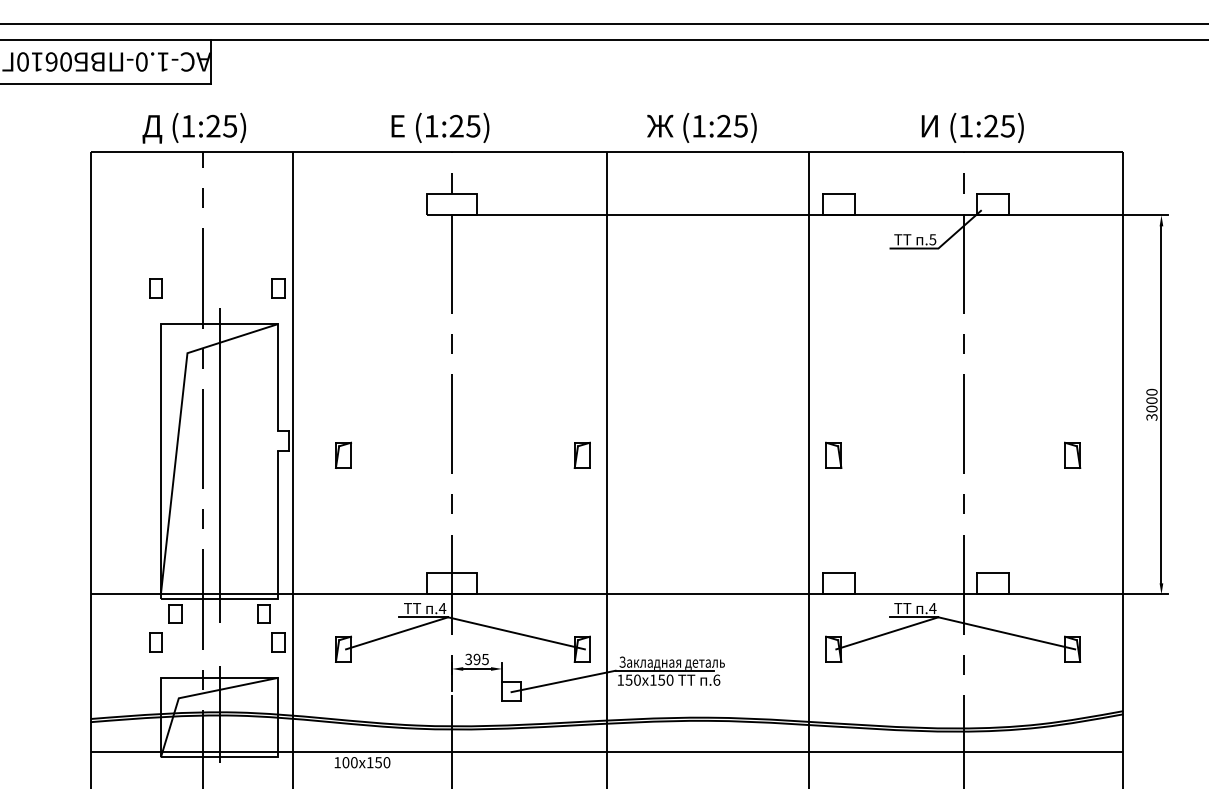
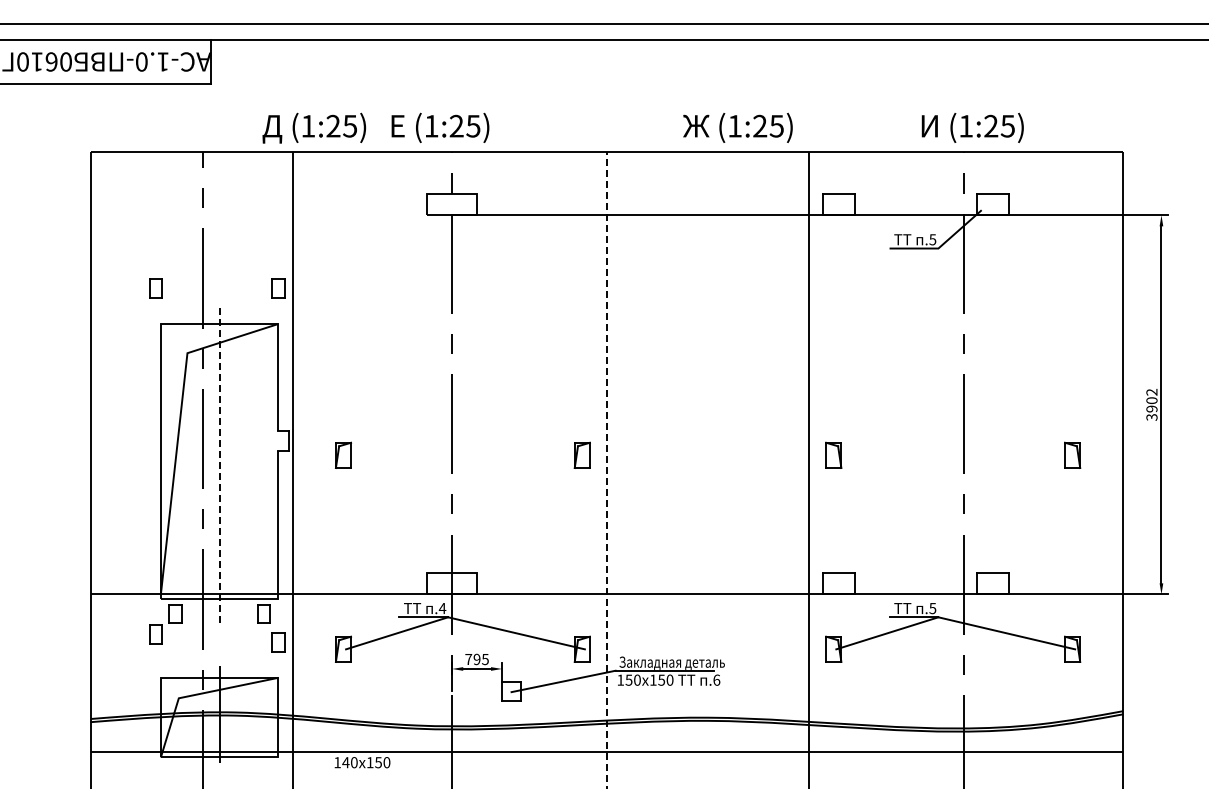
text at (194, 127) position: (194, 127) -> (314, 127)
text at (701, 127) position: (701, 127) -> (737, 127)
text at (1151, 400): 3000 -> 3902
line at (219, 465): solid -> dashed
line at (606, 470): solid -> dashed
text at (932, 608): .4 -> .5
part at (155, 642) position: (155, 642) -> (155, 634)
text at (468, 659): 395 -> 795
text at (345, 762): 100 -> 140
